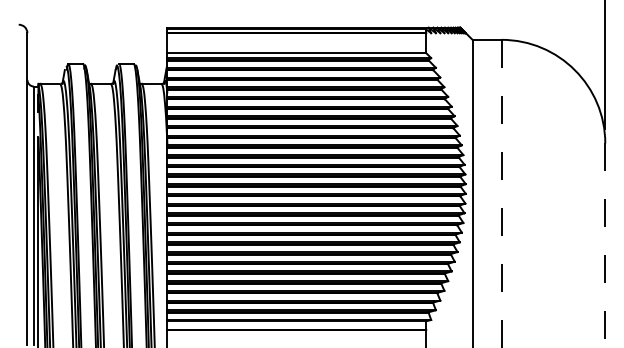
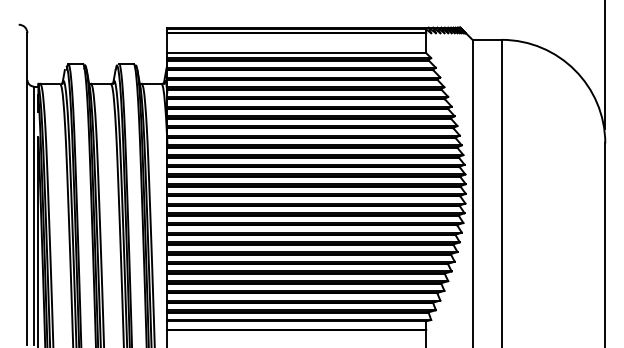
line at (501, 193): dashed -> solid
line at (605, 245): dashed -> solid
